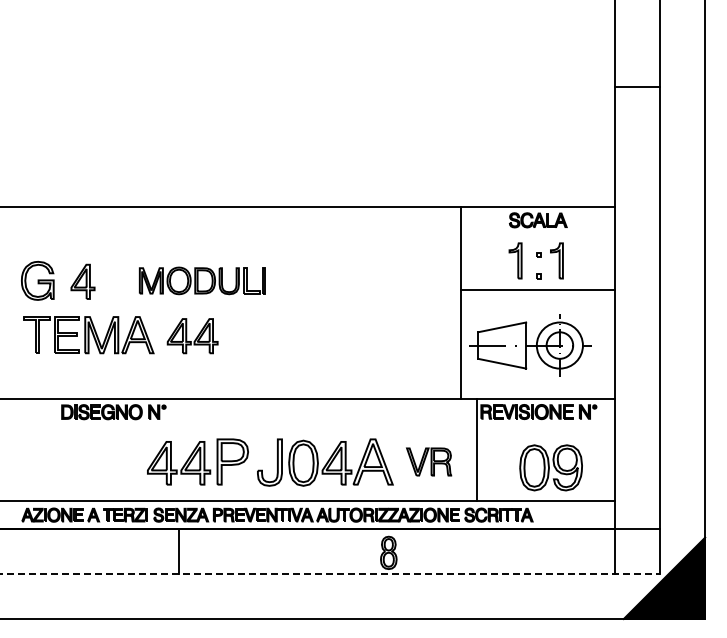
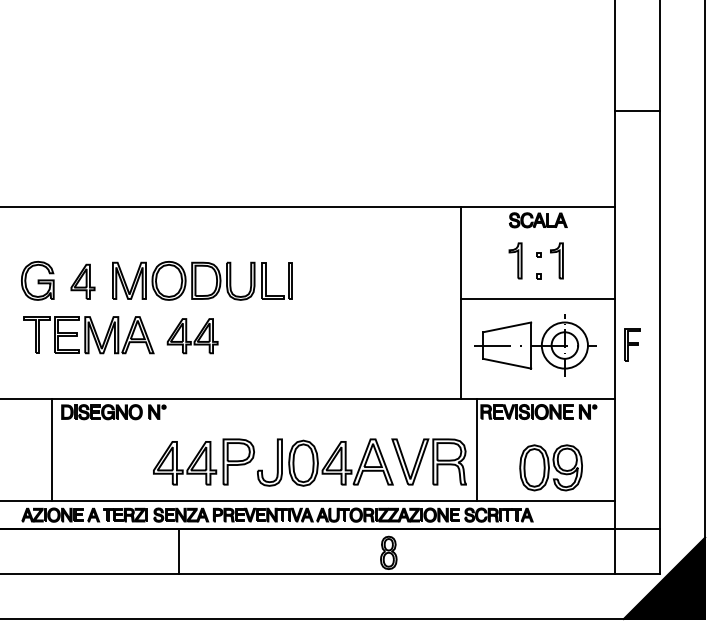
line at (636, 86) position: (636, 86) -> (636, 110)
part at (201, 280) size: 128x30 px -> 181x40 px
line at (537, 289) position: (537, 289) -> (537, 298)
part at (632, 344): none -> present
part at (530, 345) position: (530, 345) -> (535, 345)
line at (51, 450): none -> present
part at (197, 461) position: (197, 461) -> (203, 461)
part at (429, 461) size: 47x30 px -> 76x48 px
line at (329, 573): dashed -> solid
